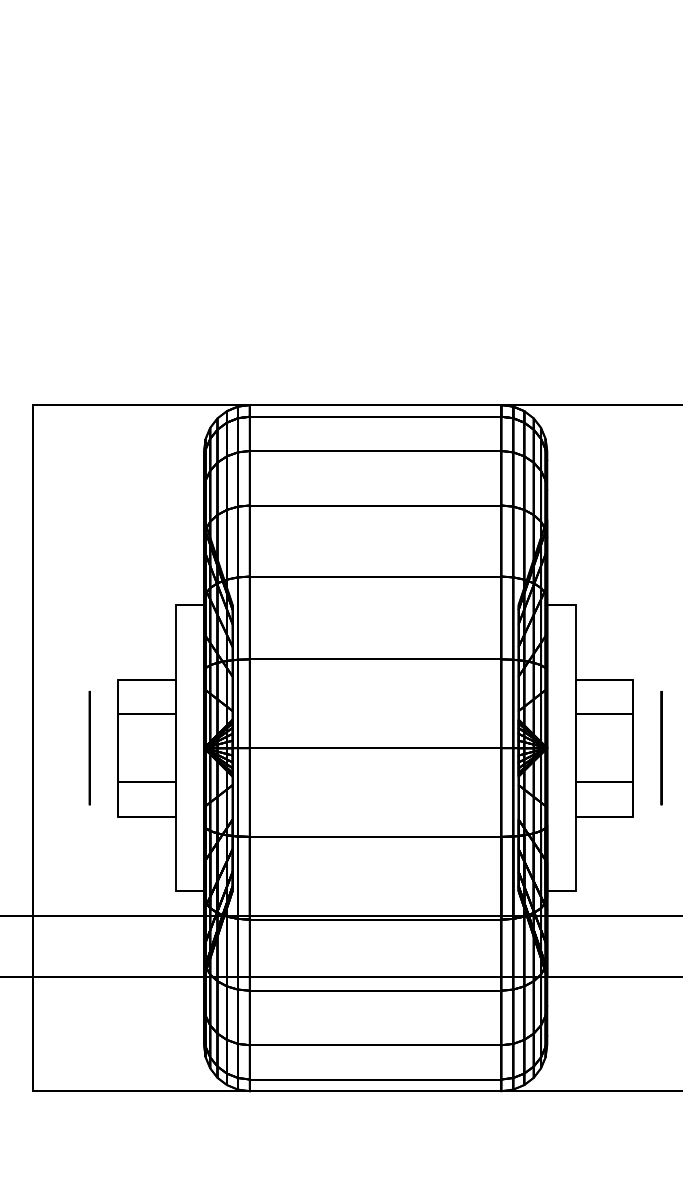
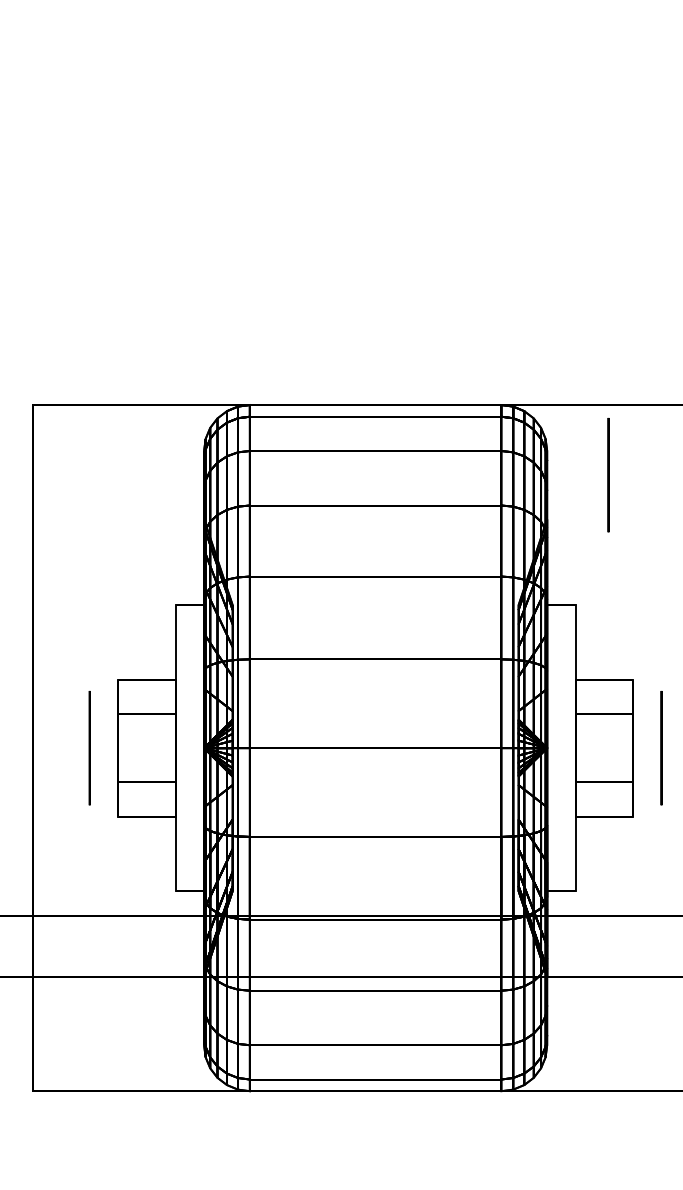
circle at (608, 475): none -> present
